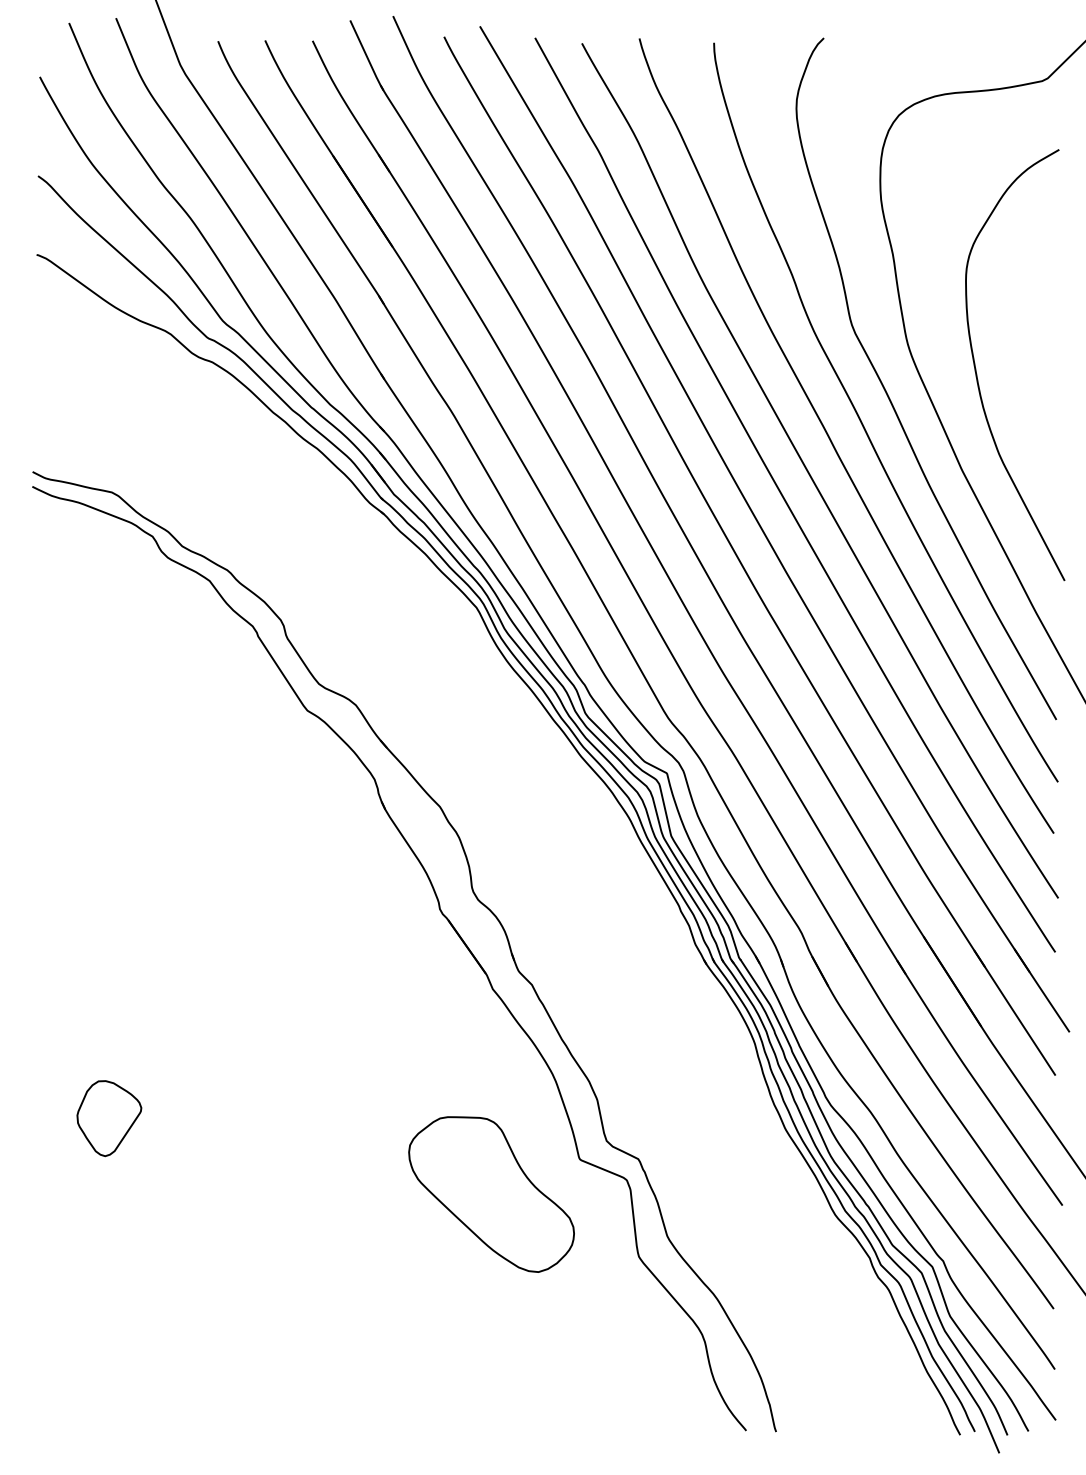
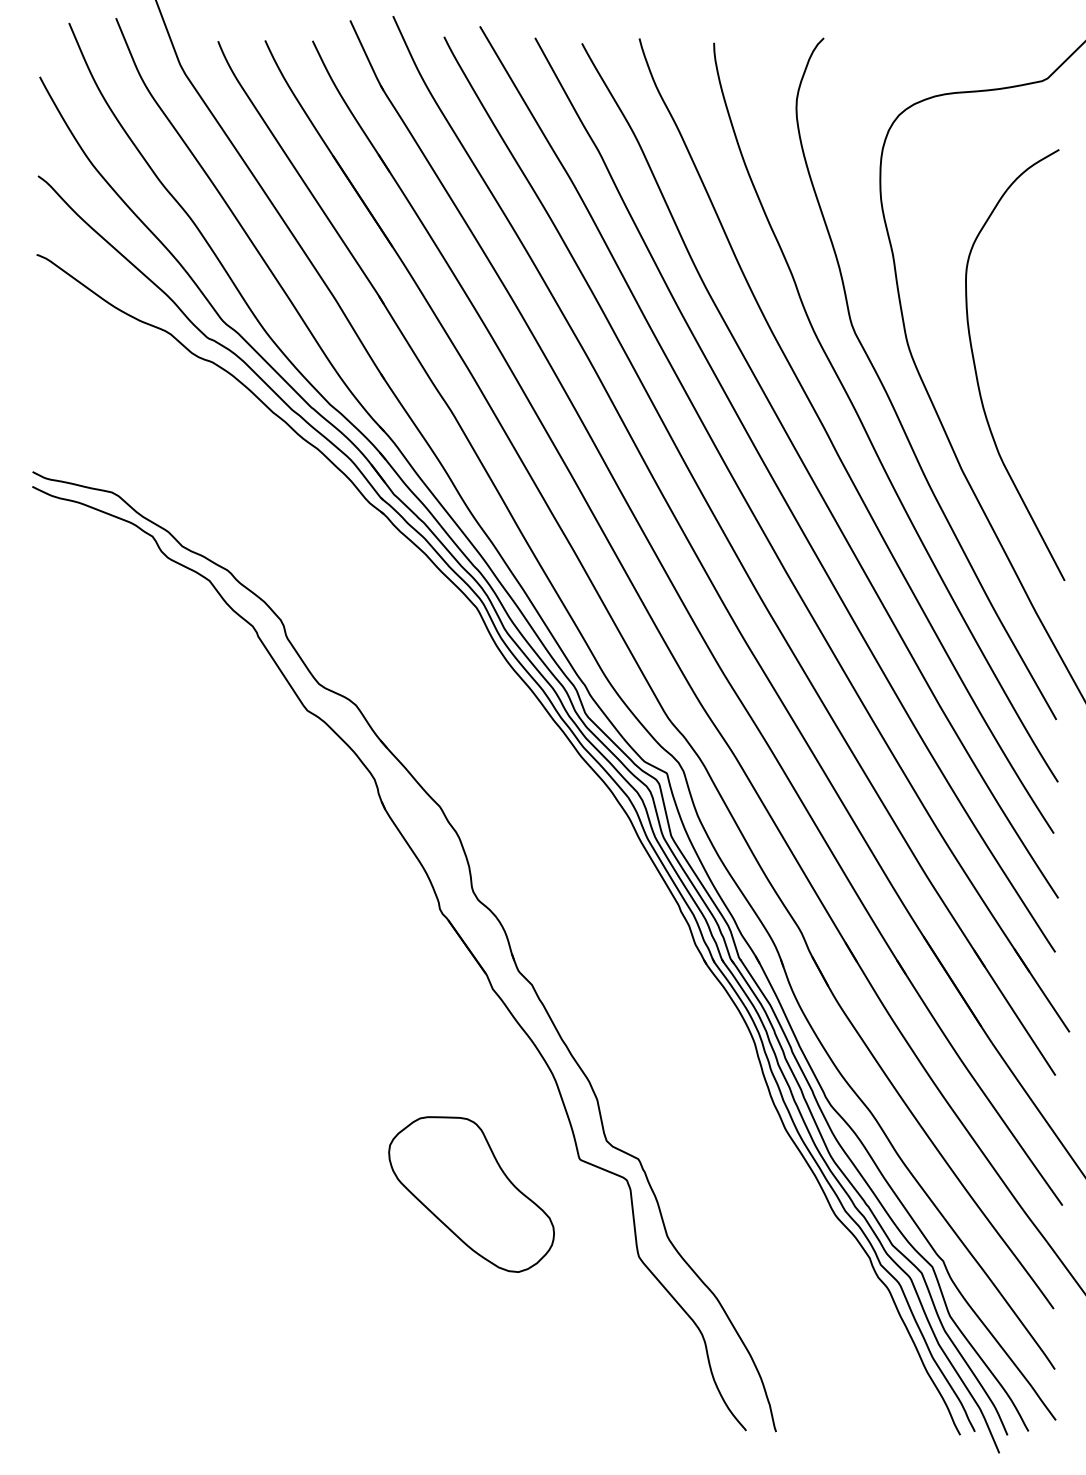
part at (109, 1118): present -> none
part at (491, 1194) position: (491, 1194) -> (471, 1194)
